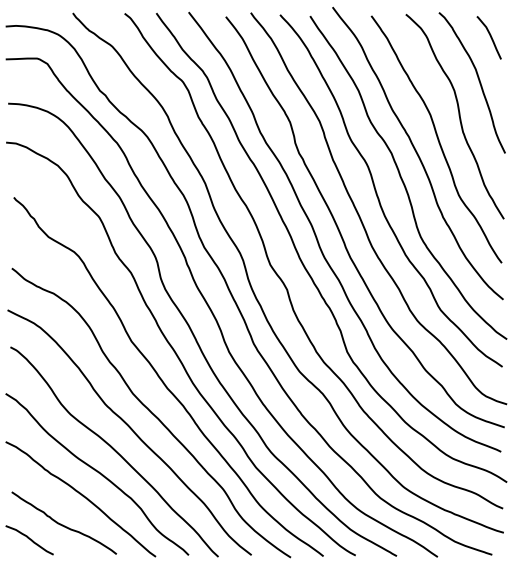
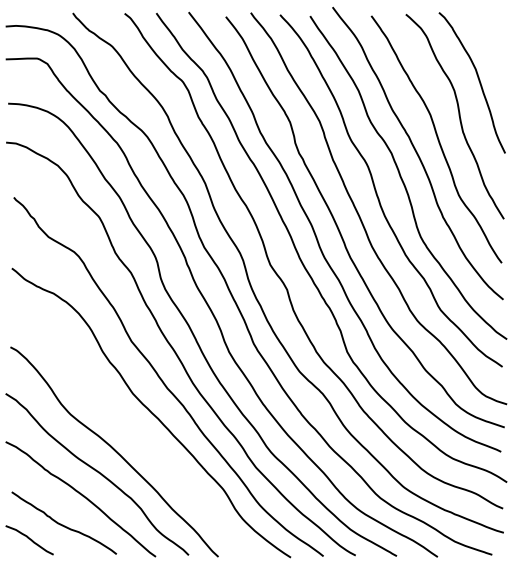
curve at (490, 37): present -> none
curve at (131, 430): present -> none
